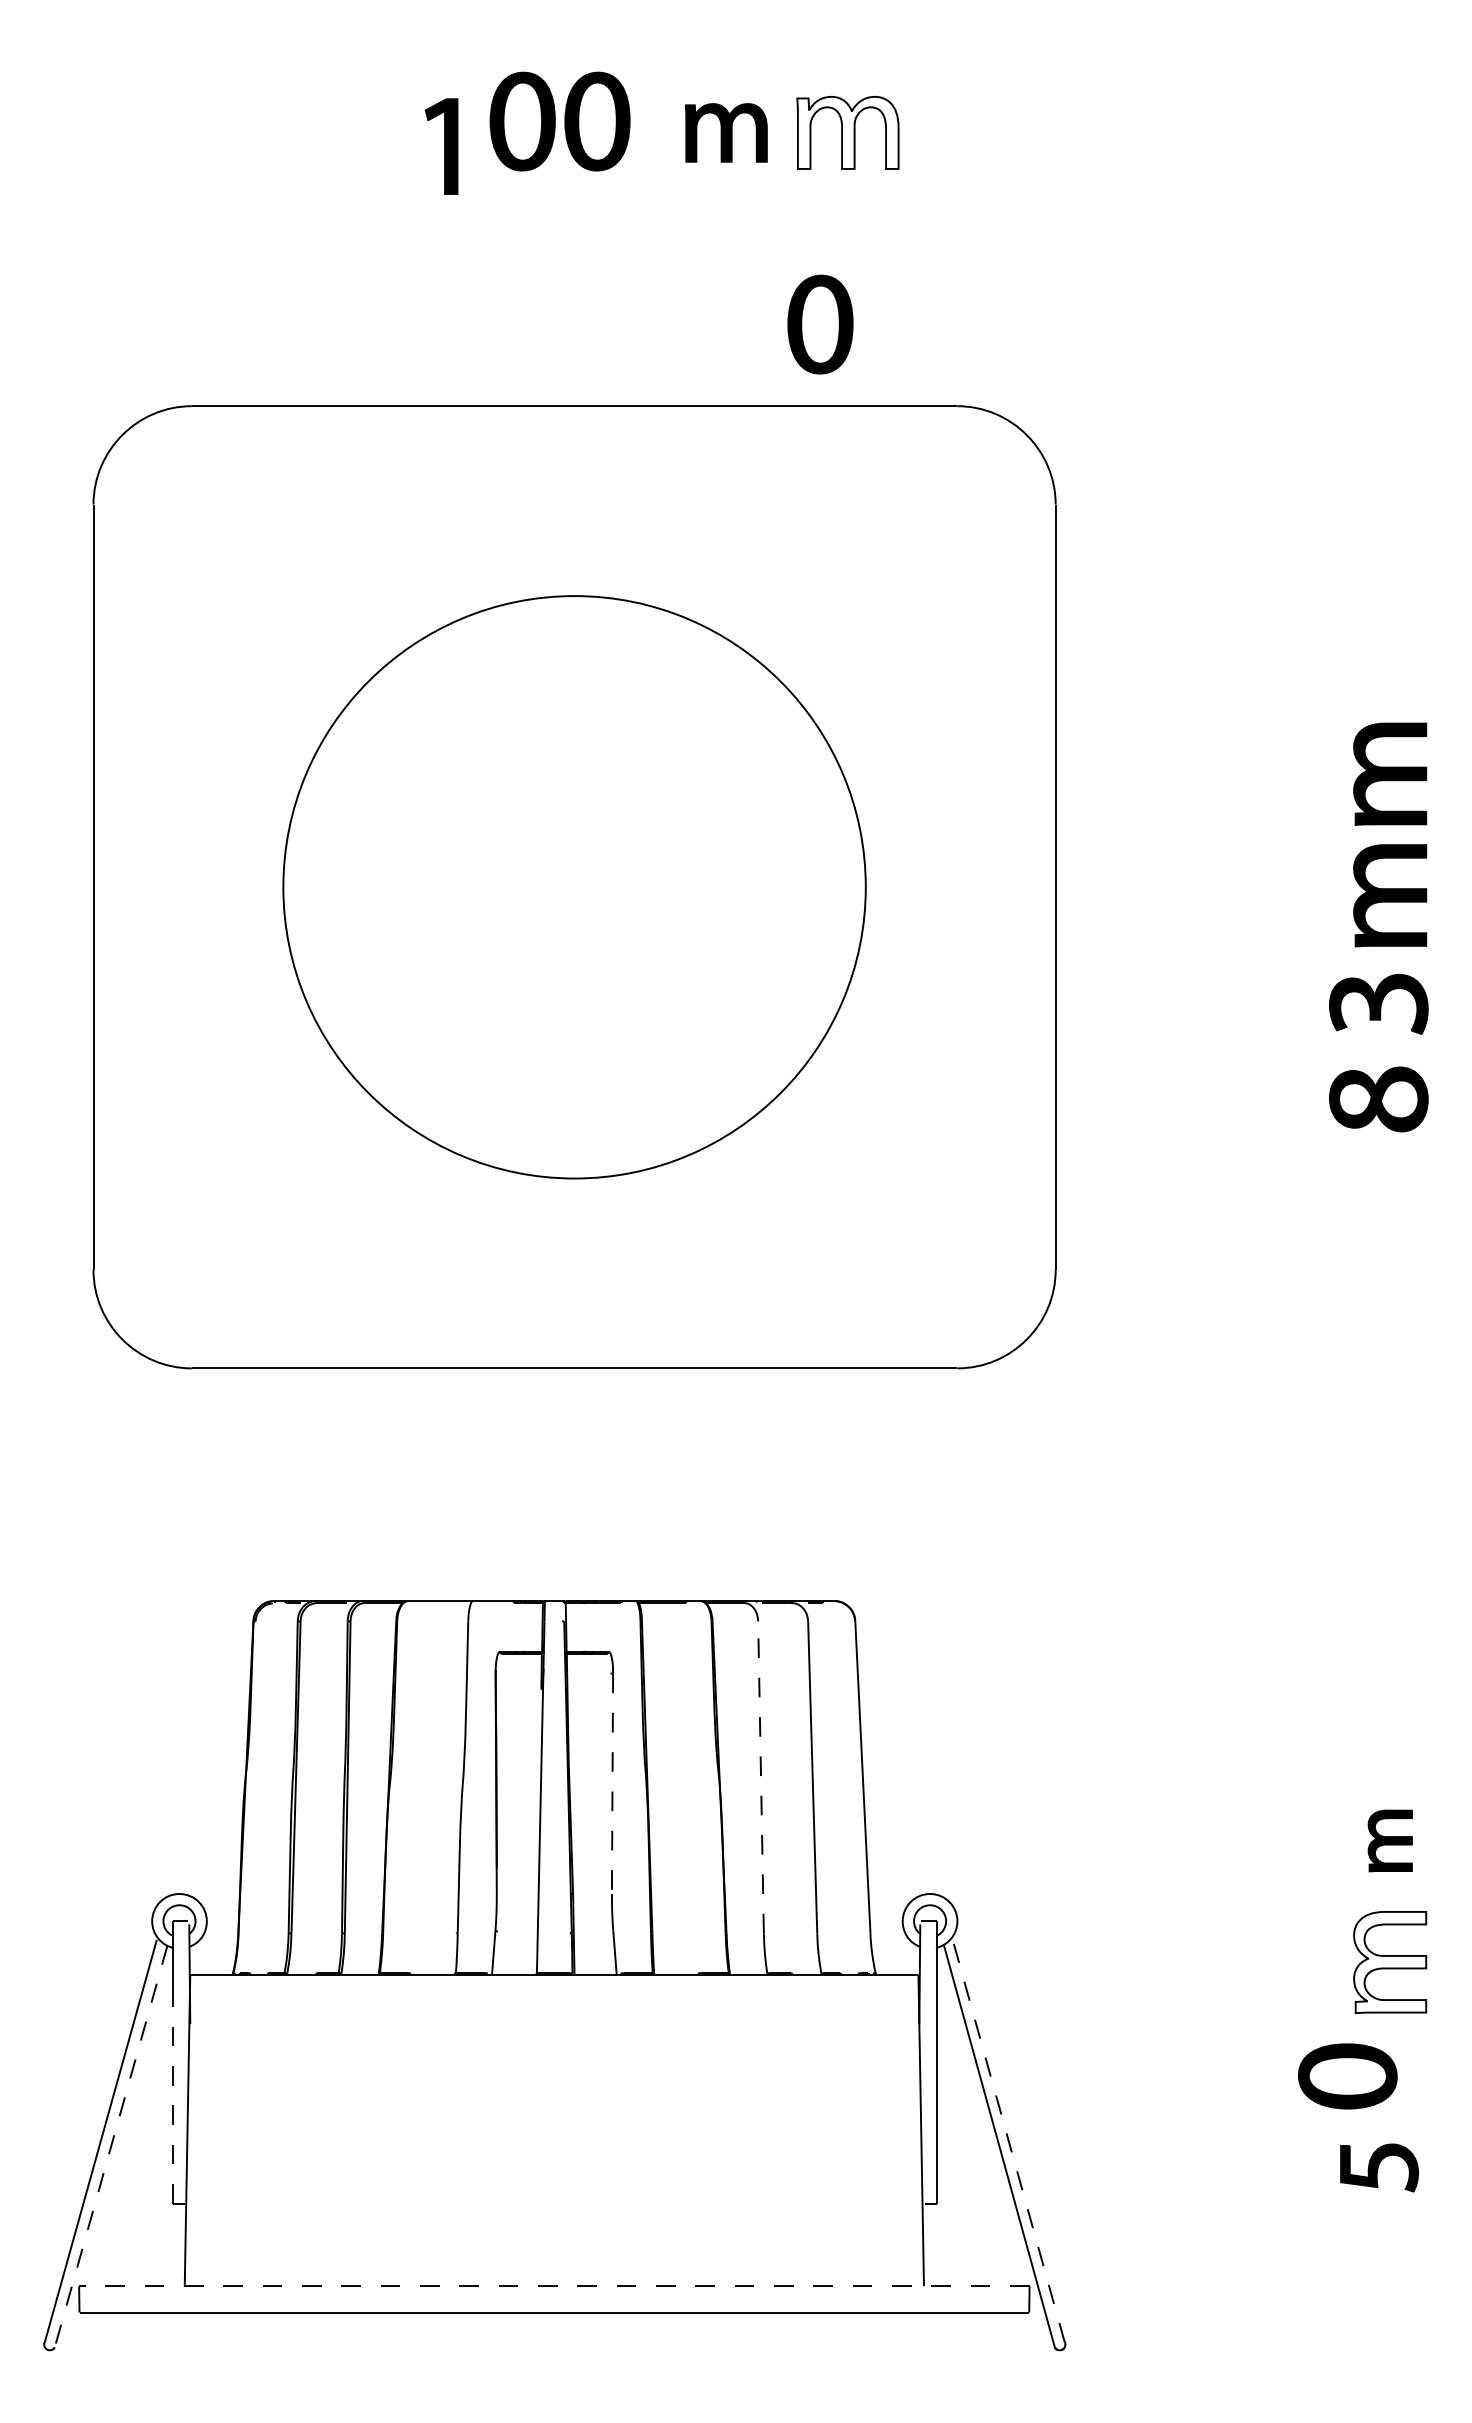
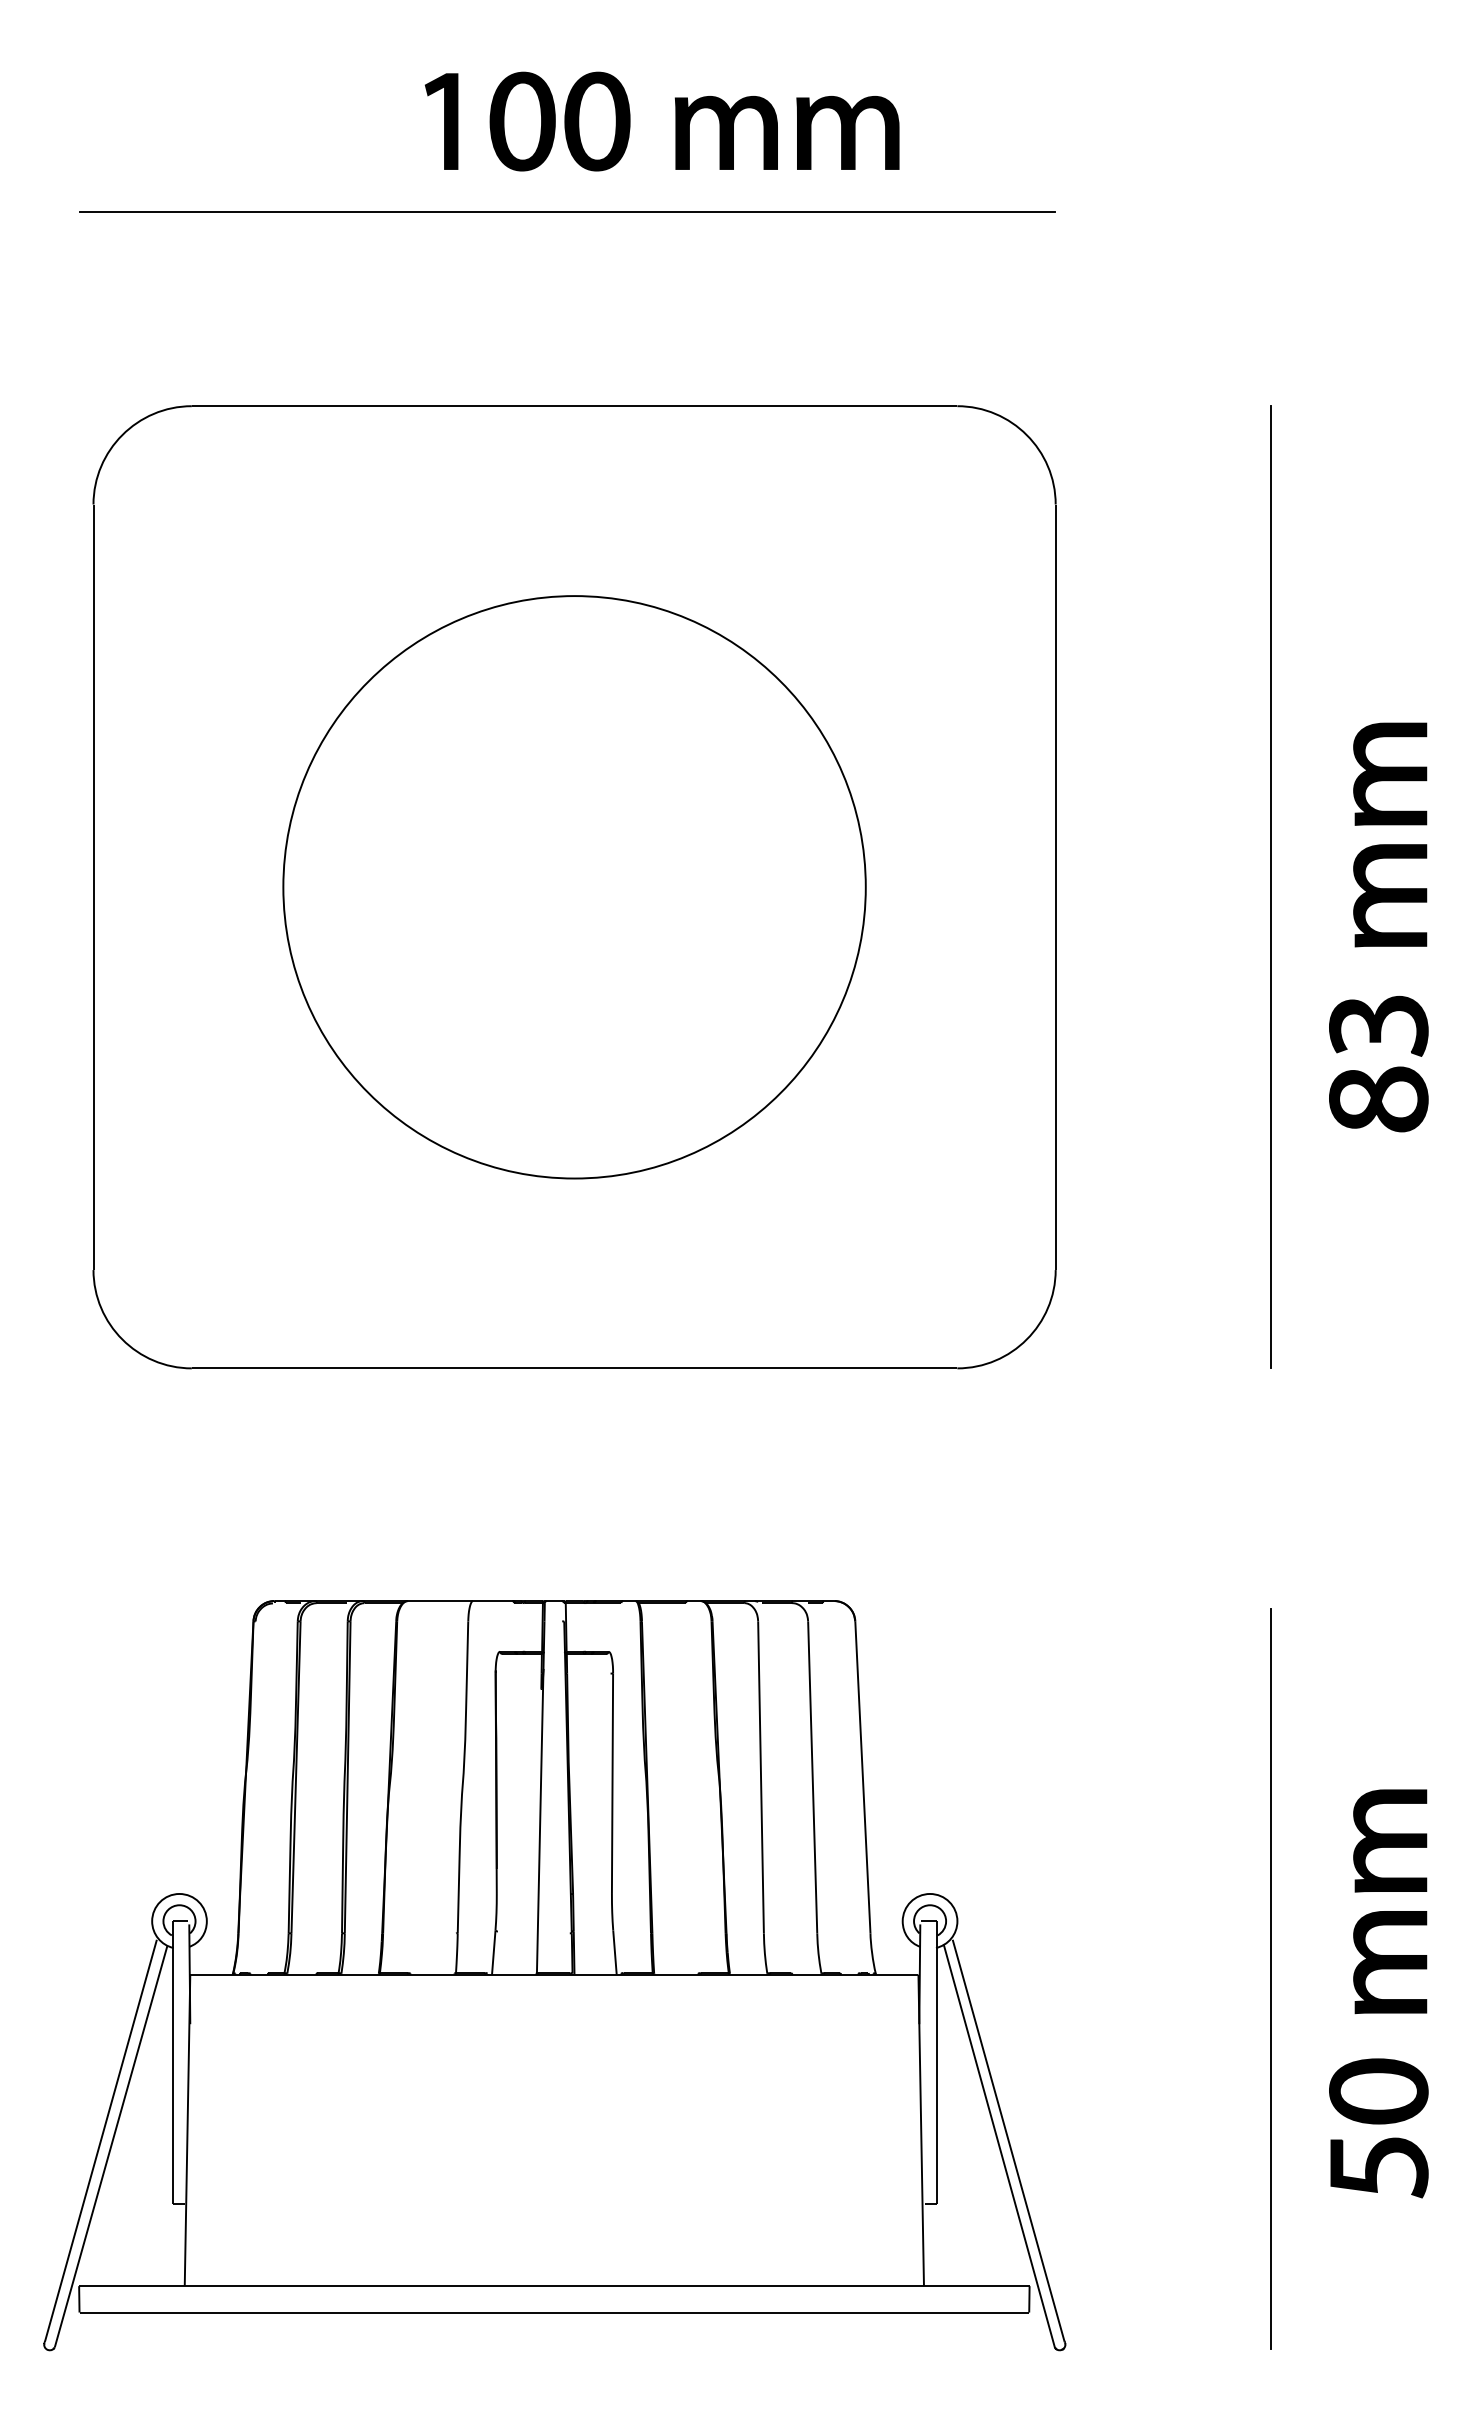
part at (726, 132) size: 83x60 px -> 104x74 px
fill at (847, 132): none -> present
part at (441, 146) position: (441, 146) -> (441, 121)
line at (566, 212): none -> present
part at (820, 324): present -> none
line at (1271, 887): none -> present
part at (1378, 1004) position: (1378, 1004) -> (1378, 1026)
line at (761, 1777): dashed -> solid
line at (612, 1784): dashed -> solid
part at (1389, 1840) size: 46x64 px -> 75x104 px
fill at (1390, 1962): none -> present
line at (1271, 1978): none -> present
part at (1347, 2076) position: (1347, 2076) -> (1378, 2091)
line at (172, 2103): dashed -> solid
line at (1008, 2140): dashed -> solid
line at (110, 2147): dashed -> solid
part at (1379, 2167) size: 79x50 px -> 99x62 px
line at (553, 2286): dashed -> solid
